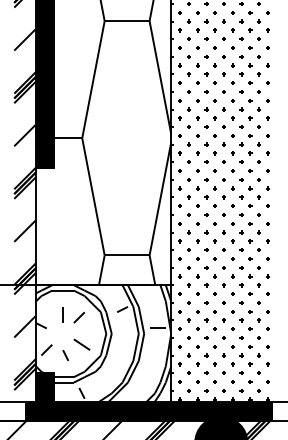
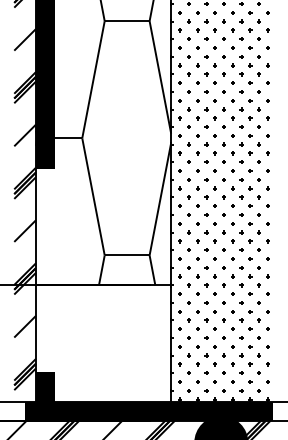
hatch at (103, 352): present -> none
